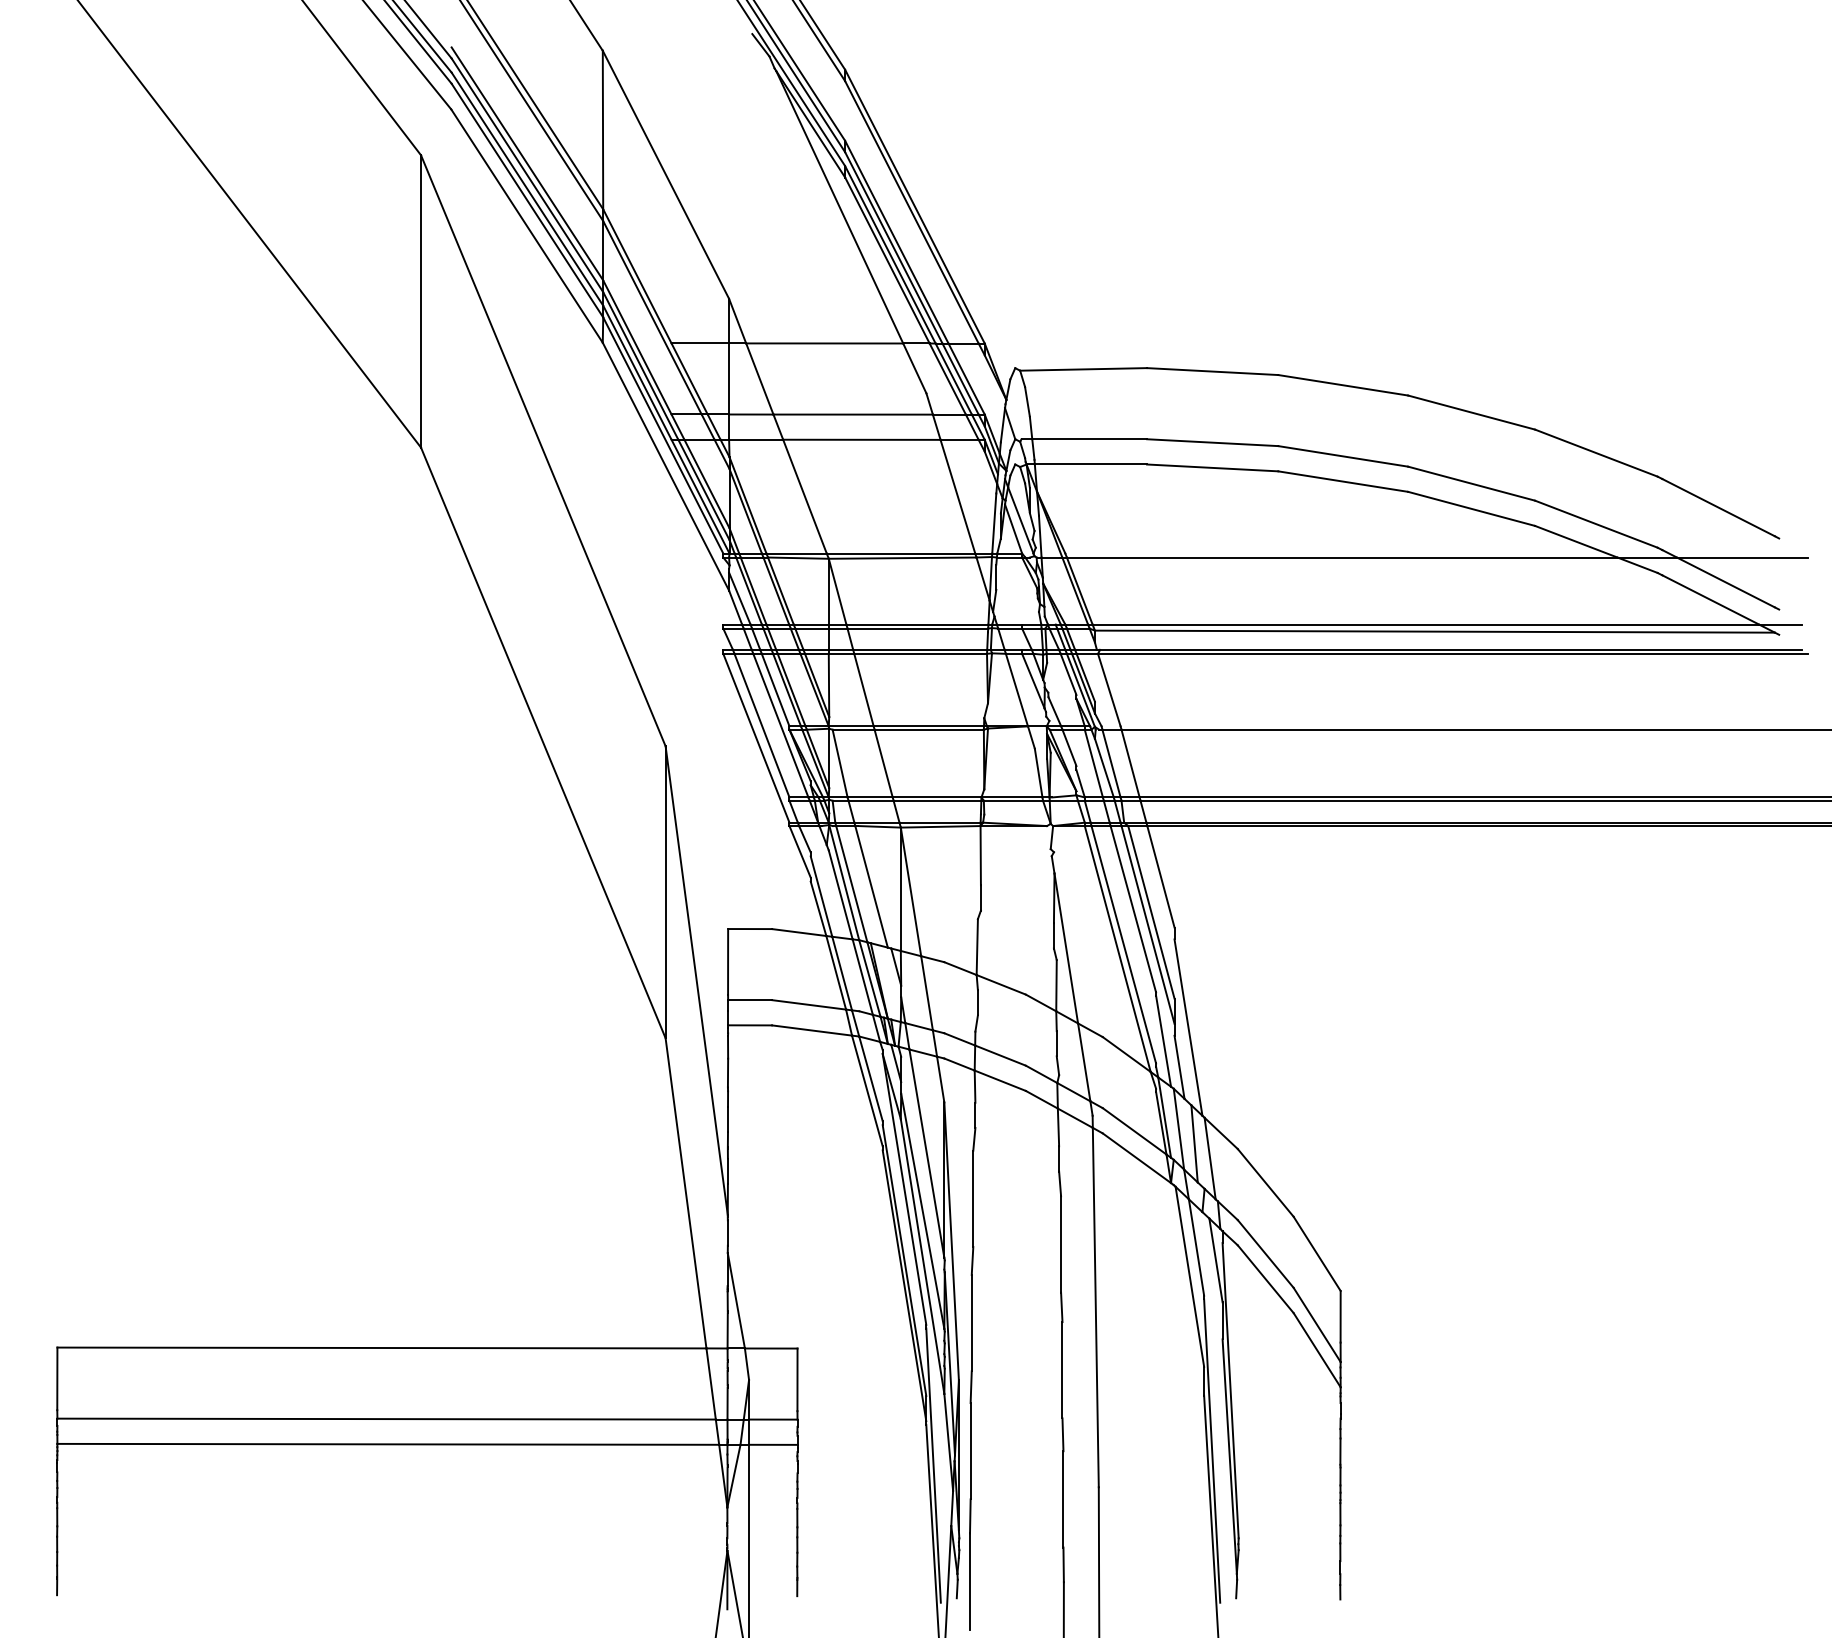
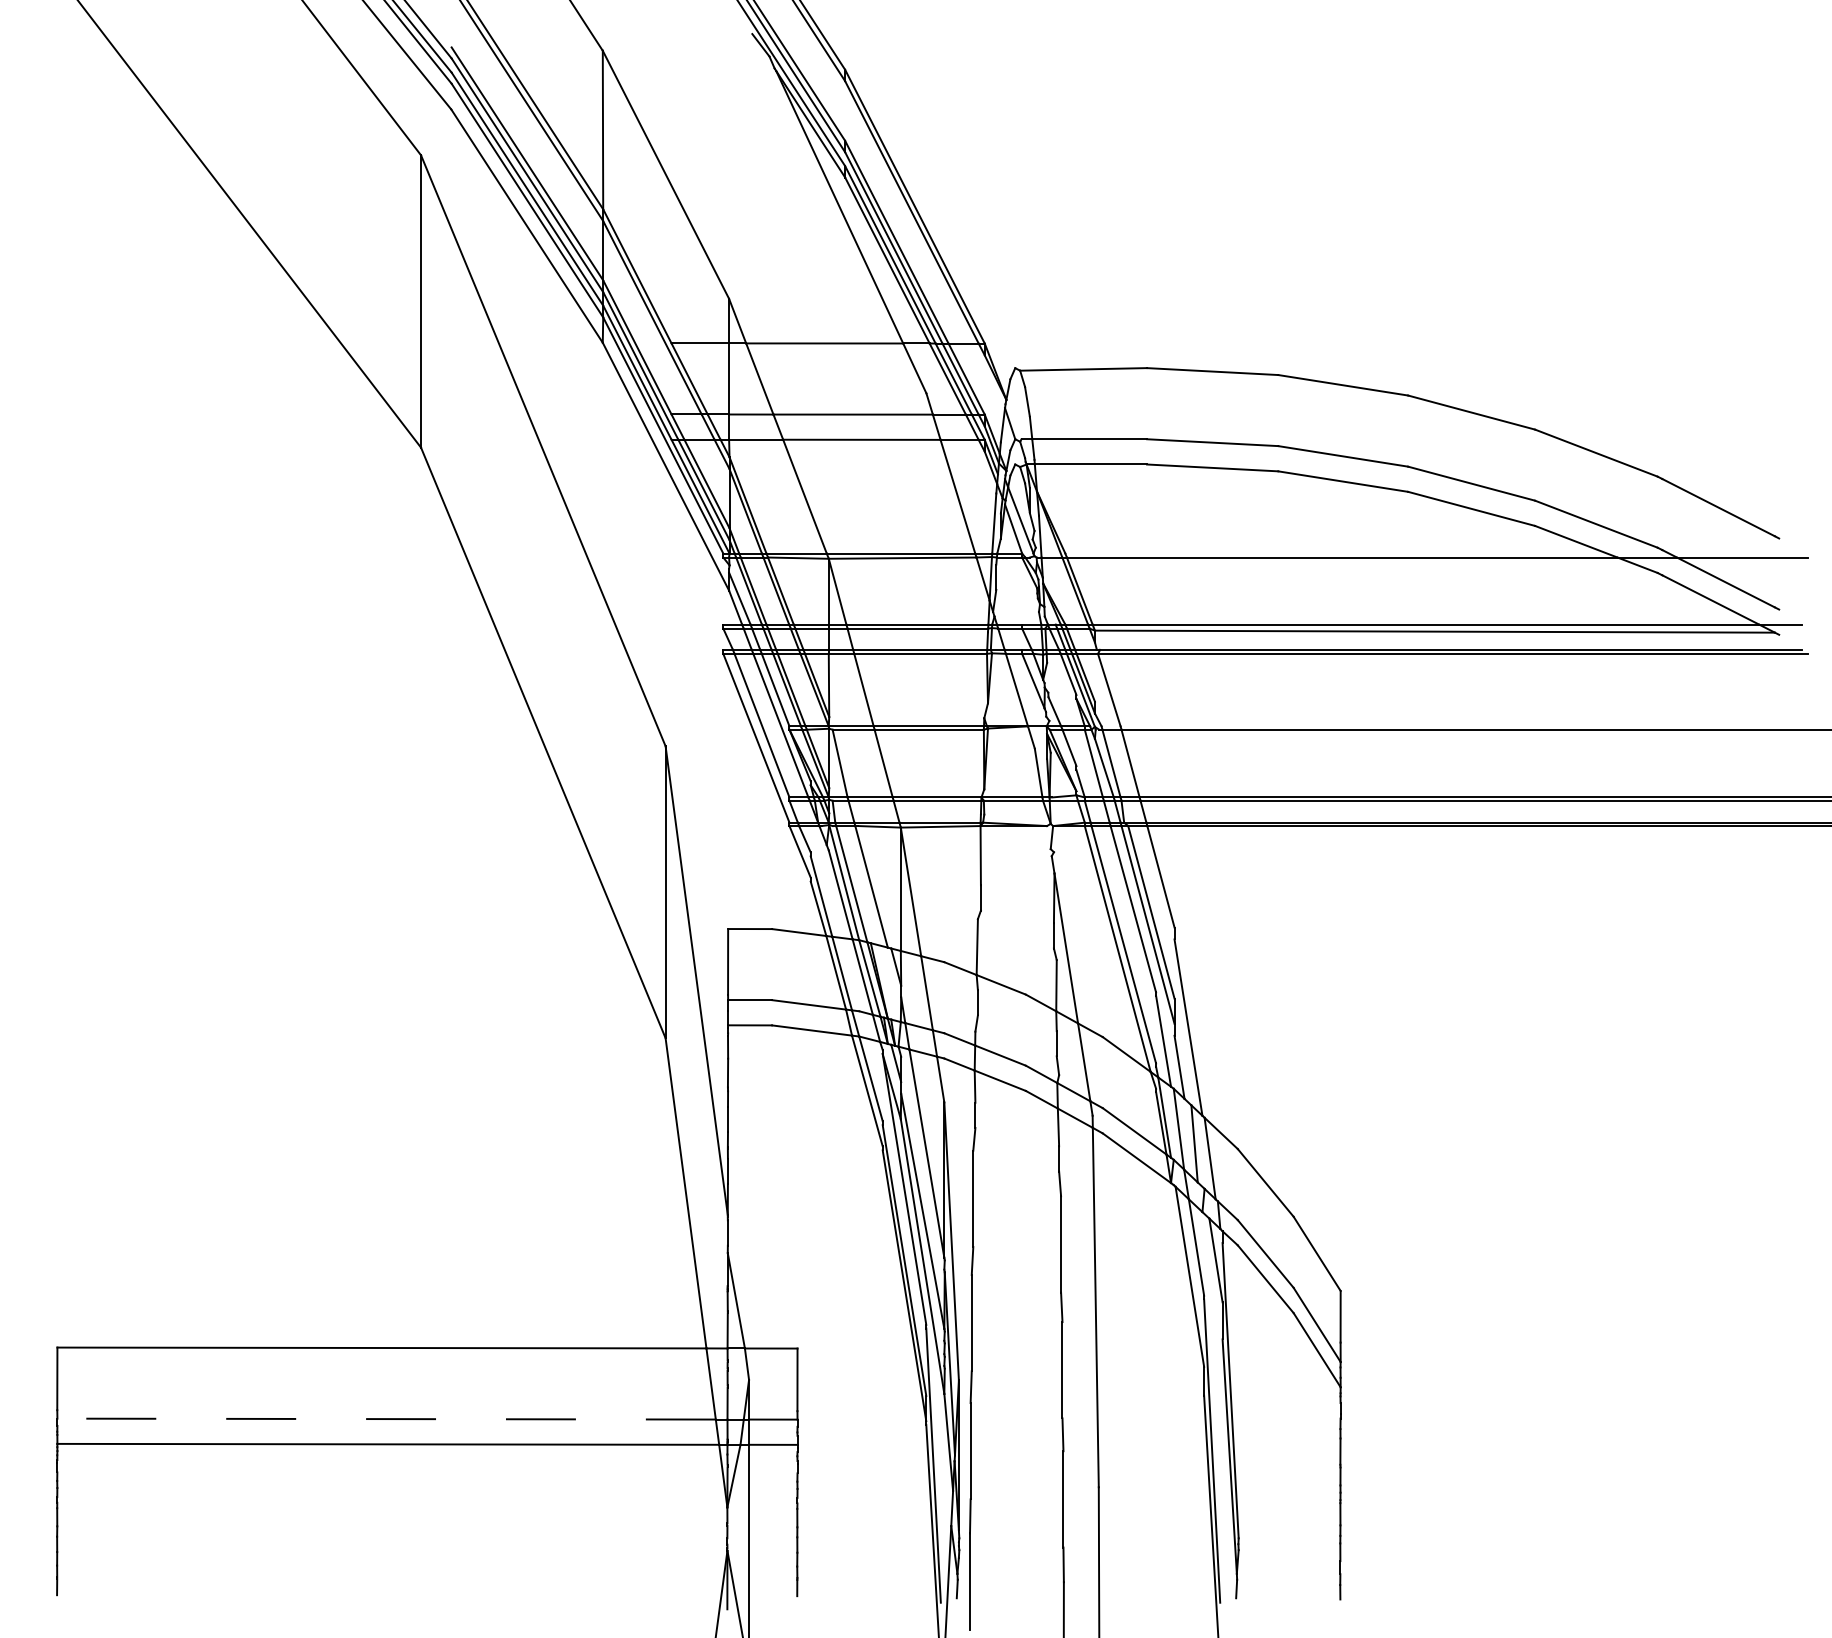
line at (386, 1419): solid -> dashed
